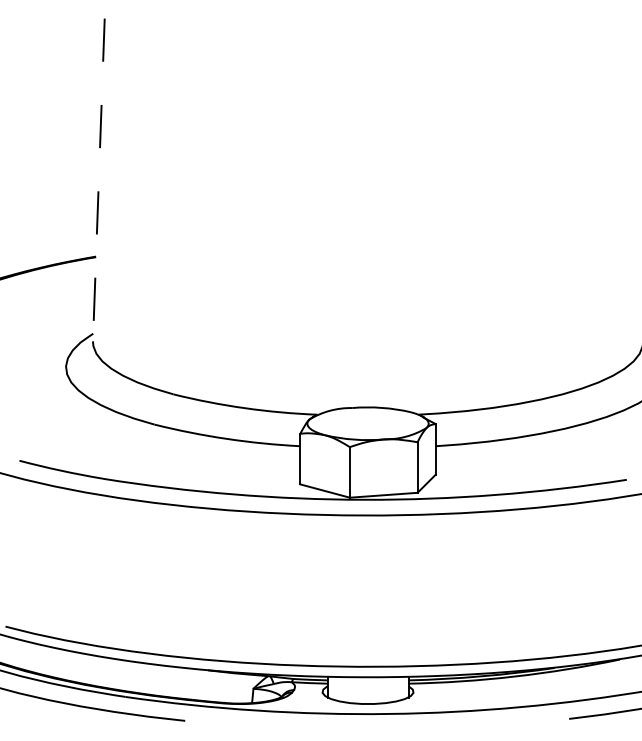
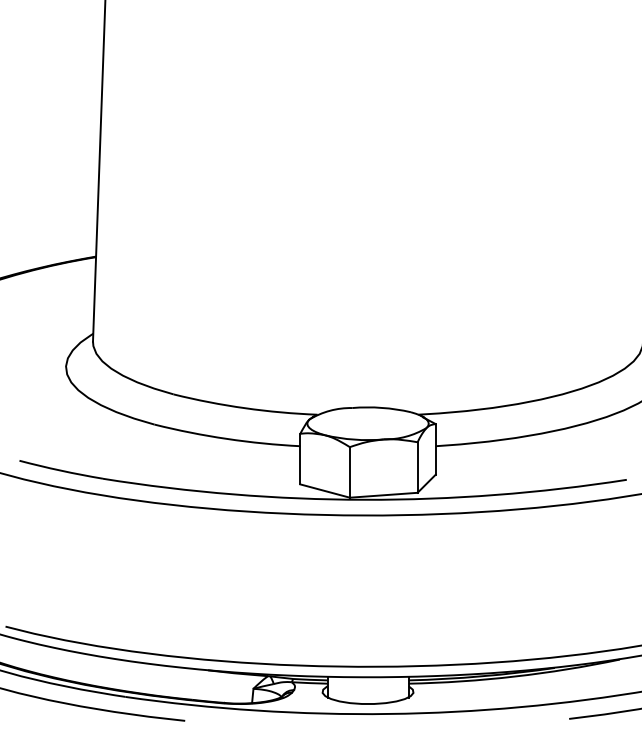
line at (99, 170): dashed -> solid
